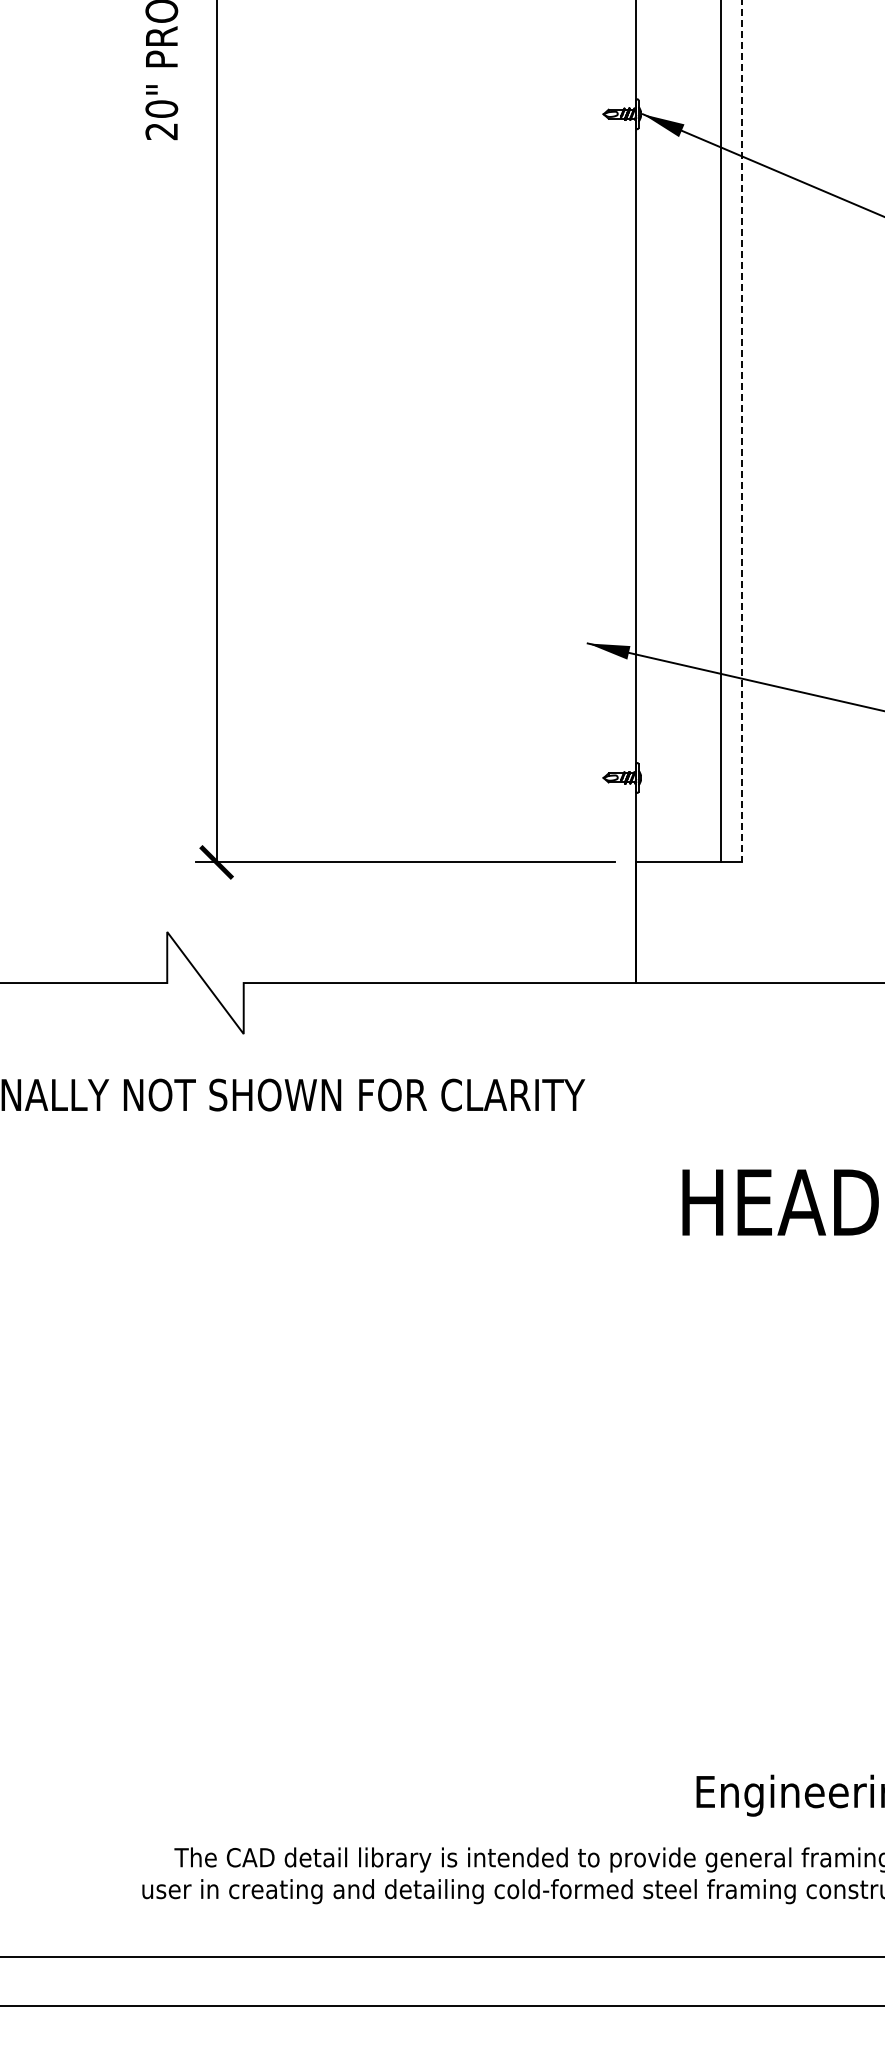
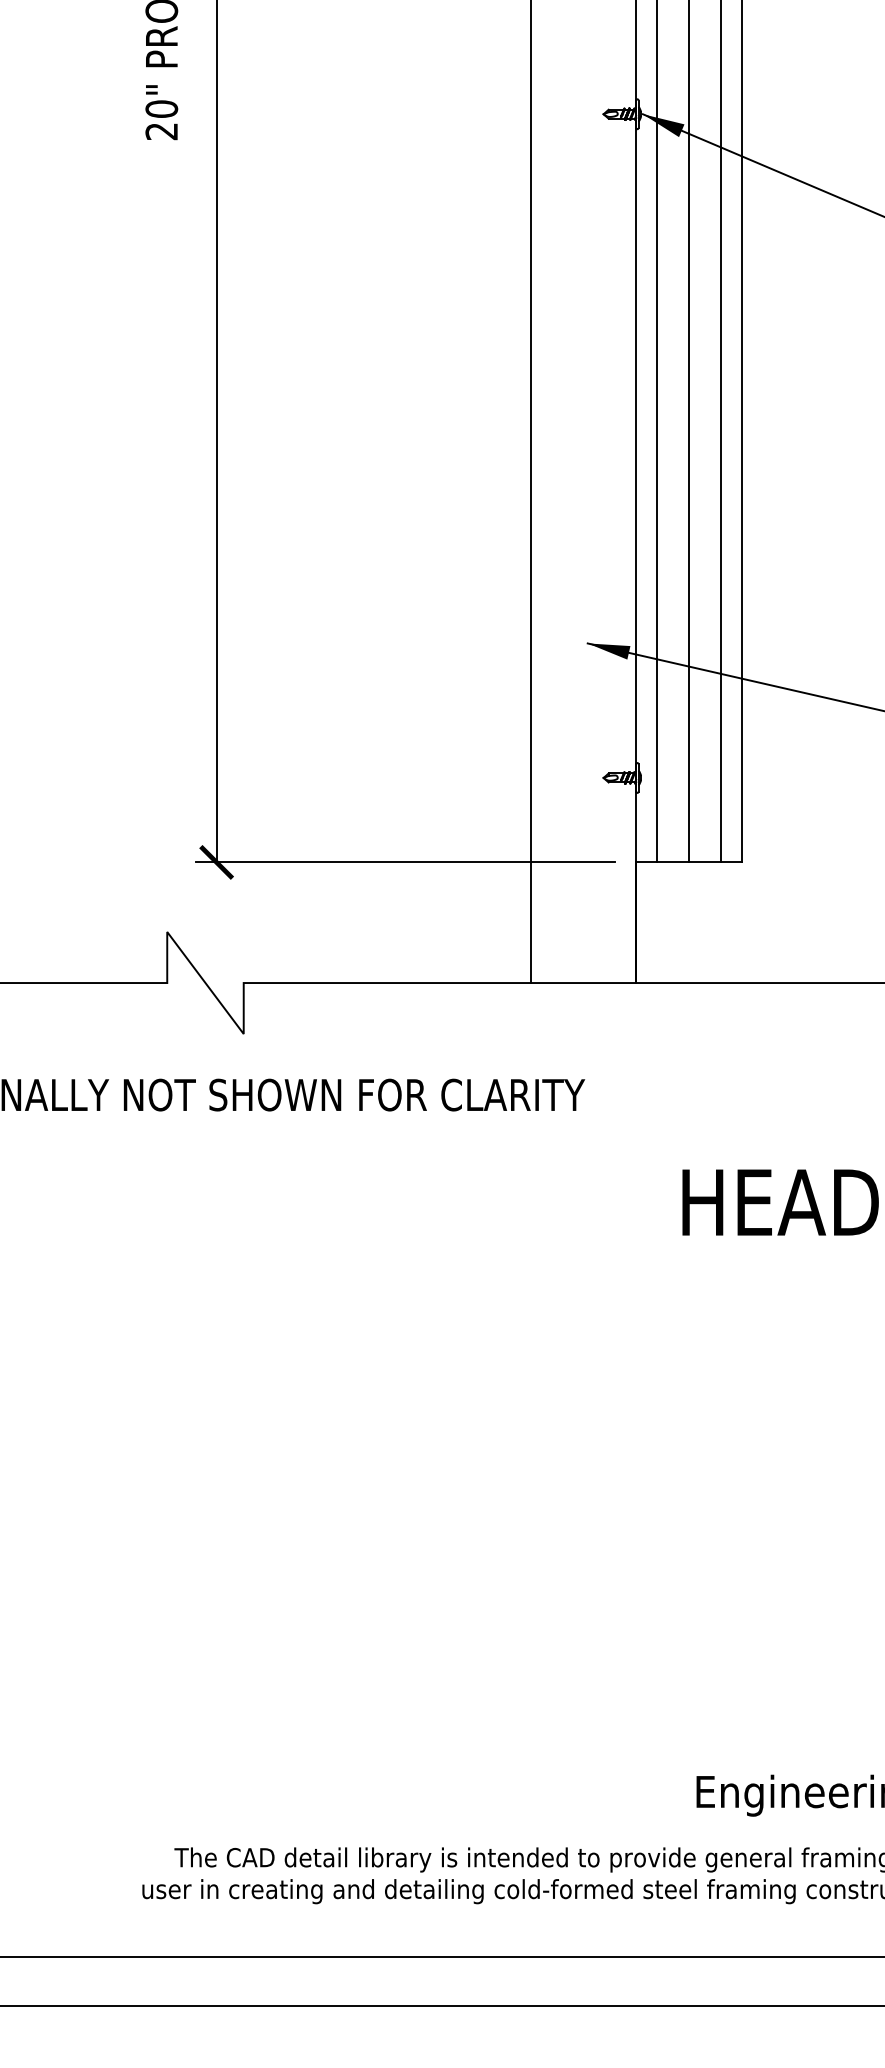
line at (741, 431): dashed -> solid
line at (657, 432): none -> present
line at (688, 432): none -> present
line at (530, 492): none -> present
